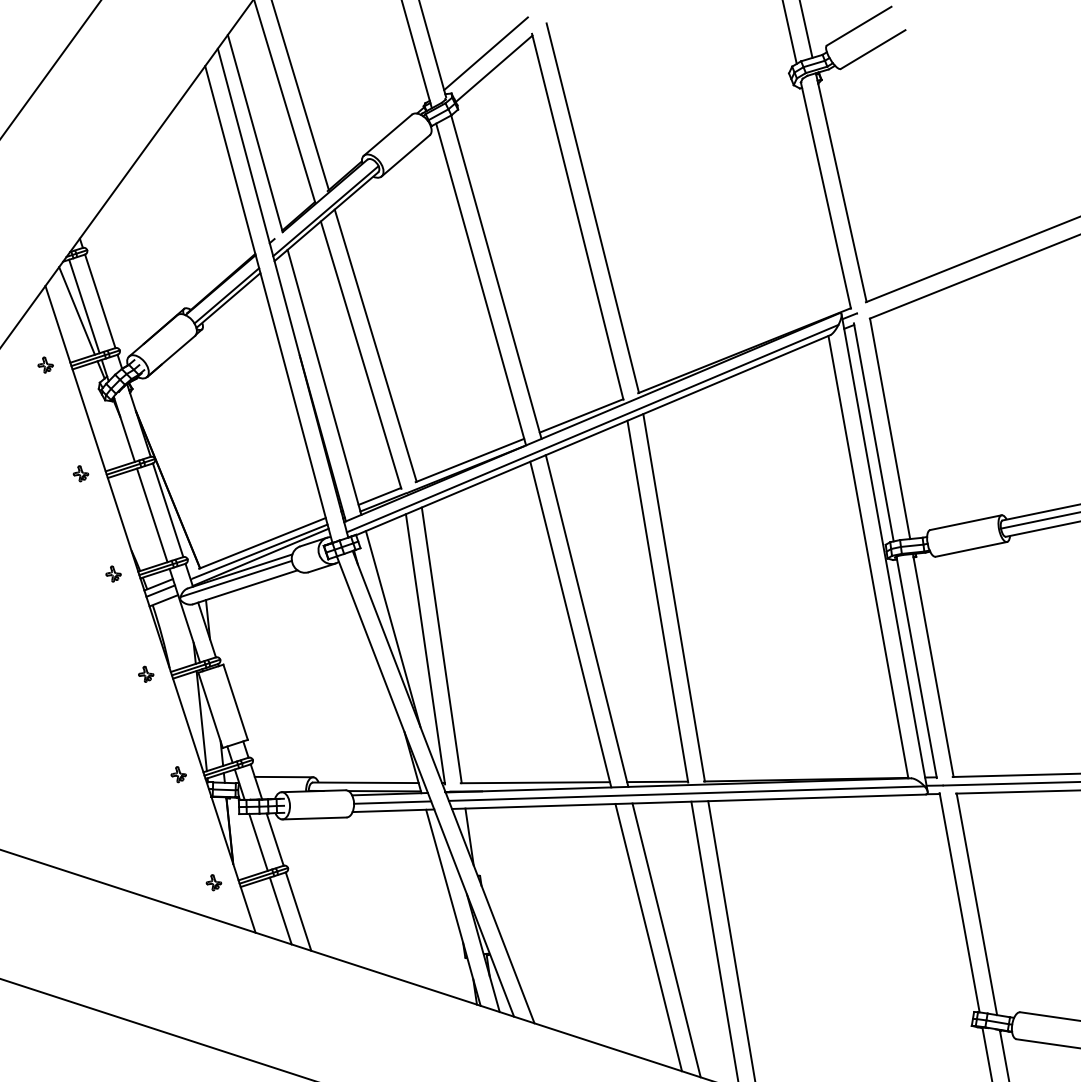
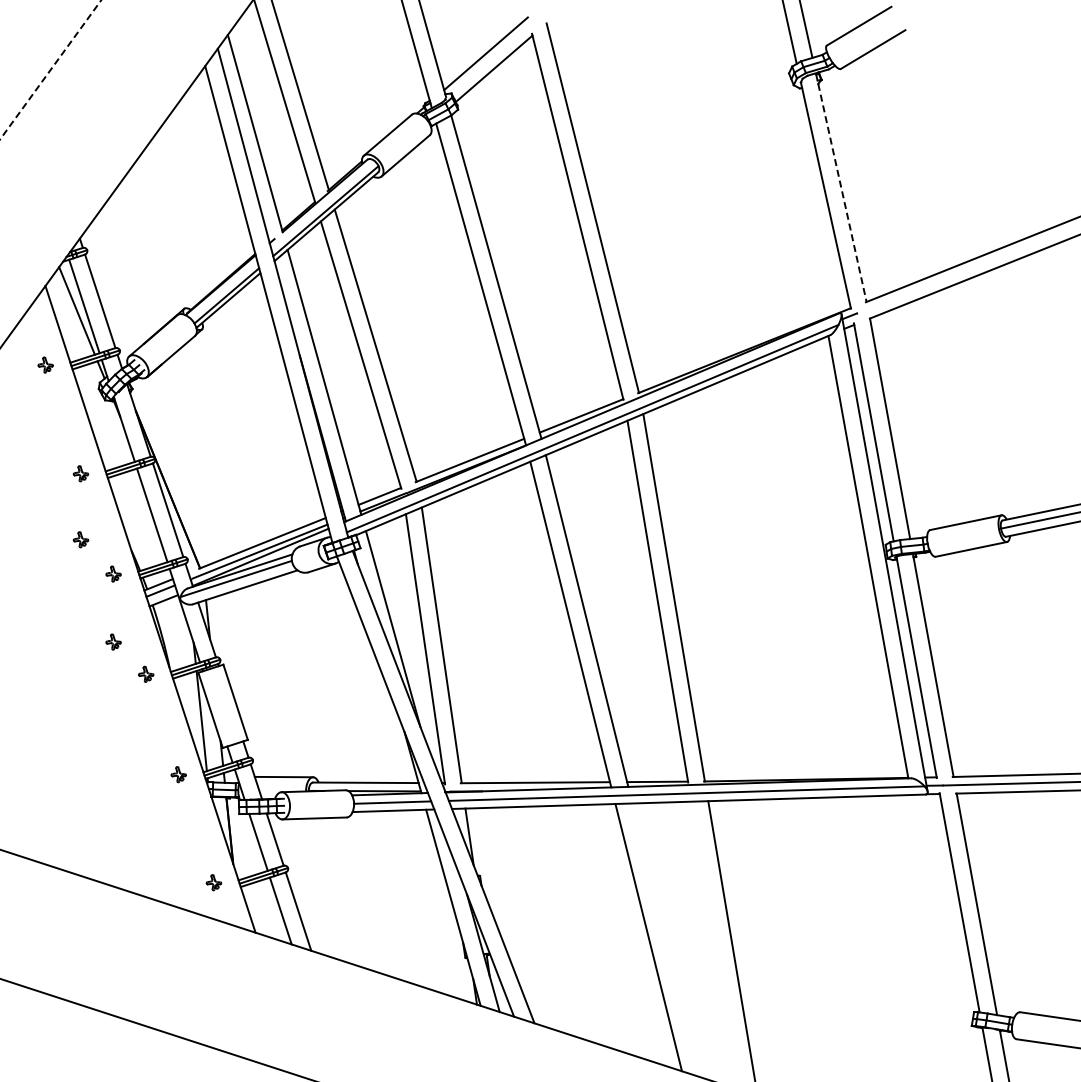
line at (50, 69): solid -> dashed
line at (841, 188): solid -> dashed
part at (80, 539): none -> present
part at (113, 641): none -> present
line at (714, 939): present -> none
line at (666, 940): present -> none
